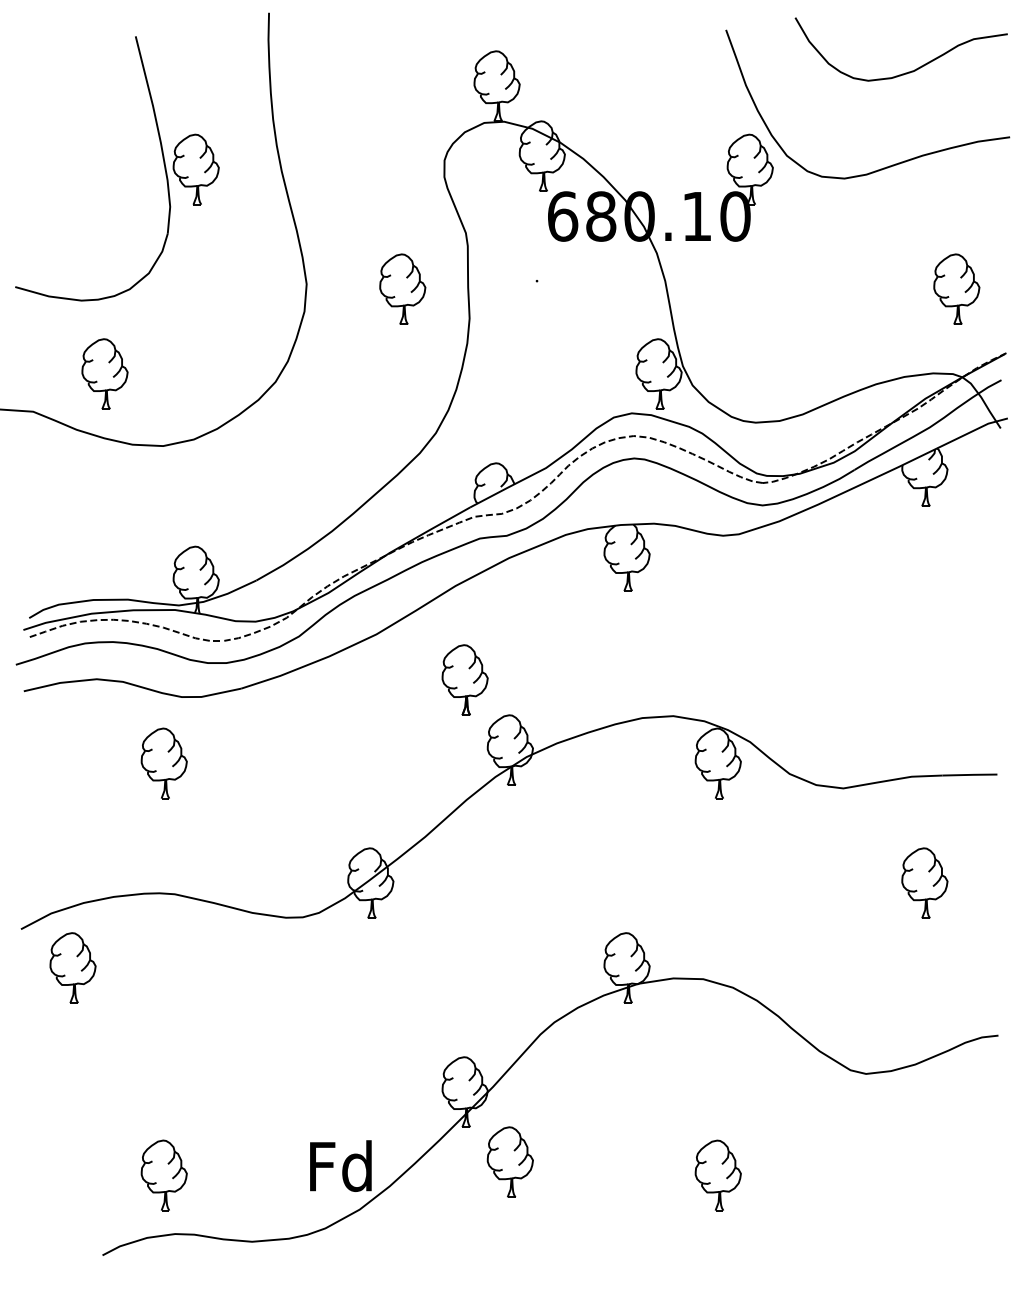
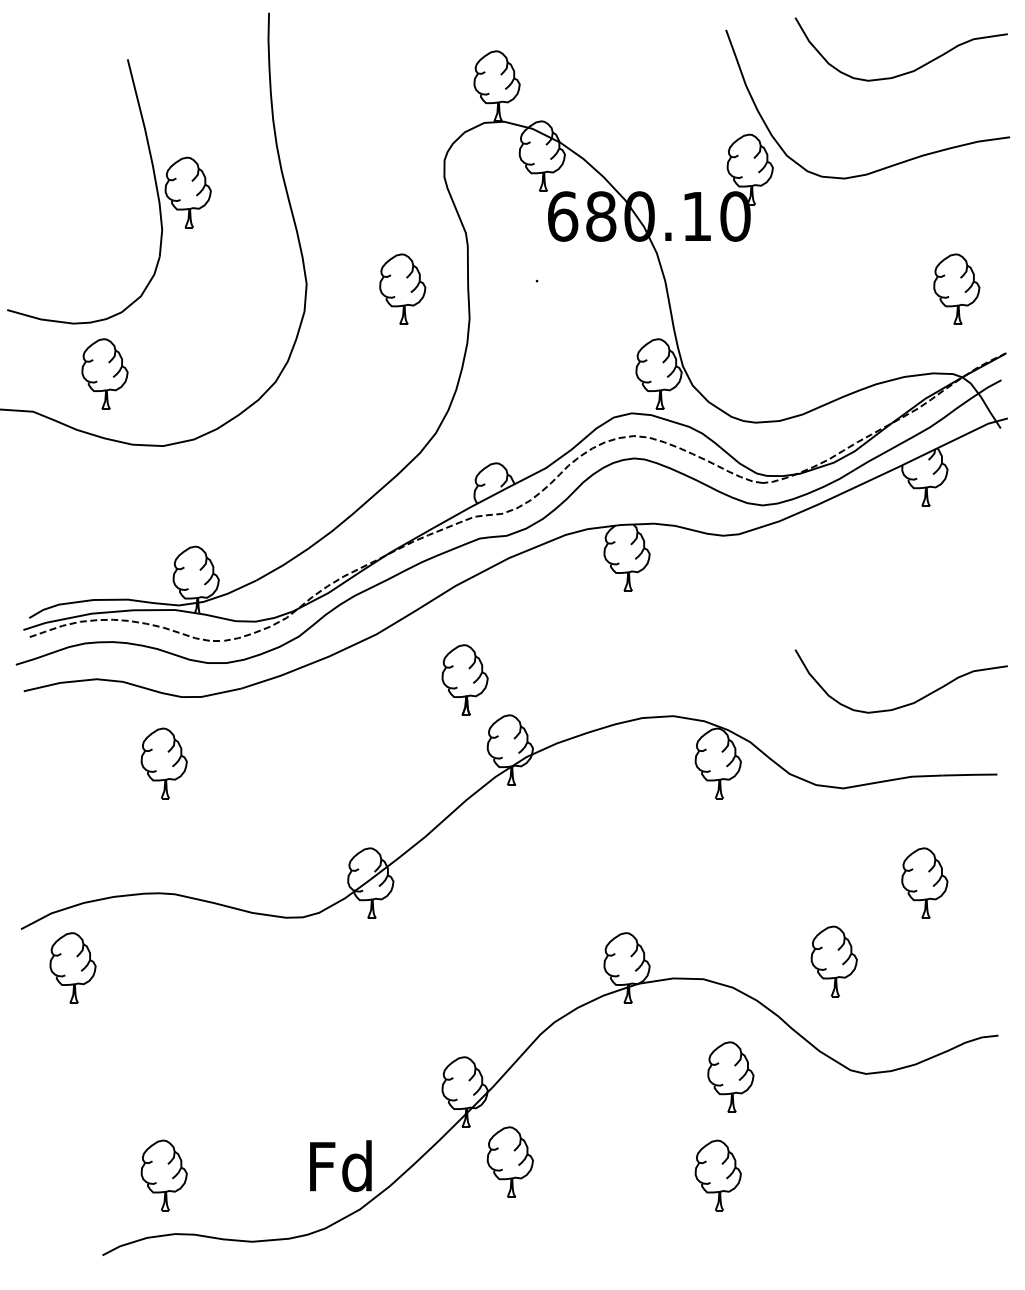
part at (162, 158) position: (162, 158) -> (154, 181)
curve at (908, 703): none -> present
part at (833, 961): none -> present
part at (730, 1076): none -> present
